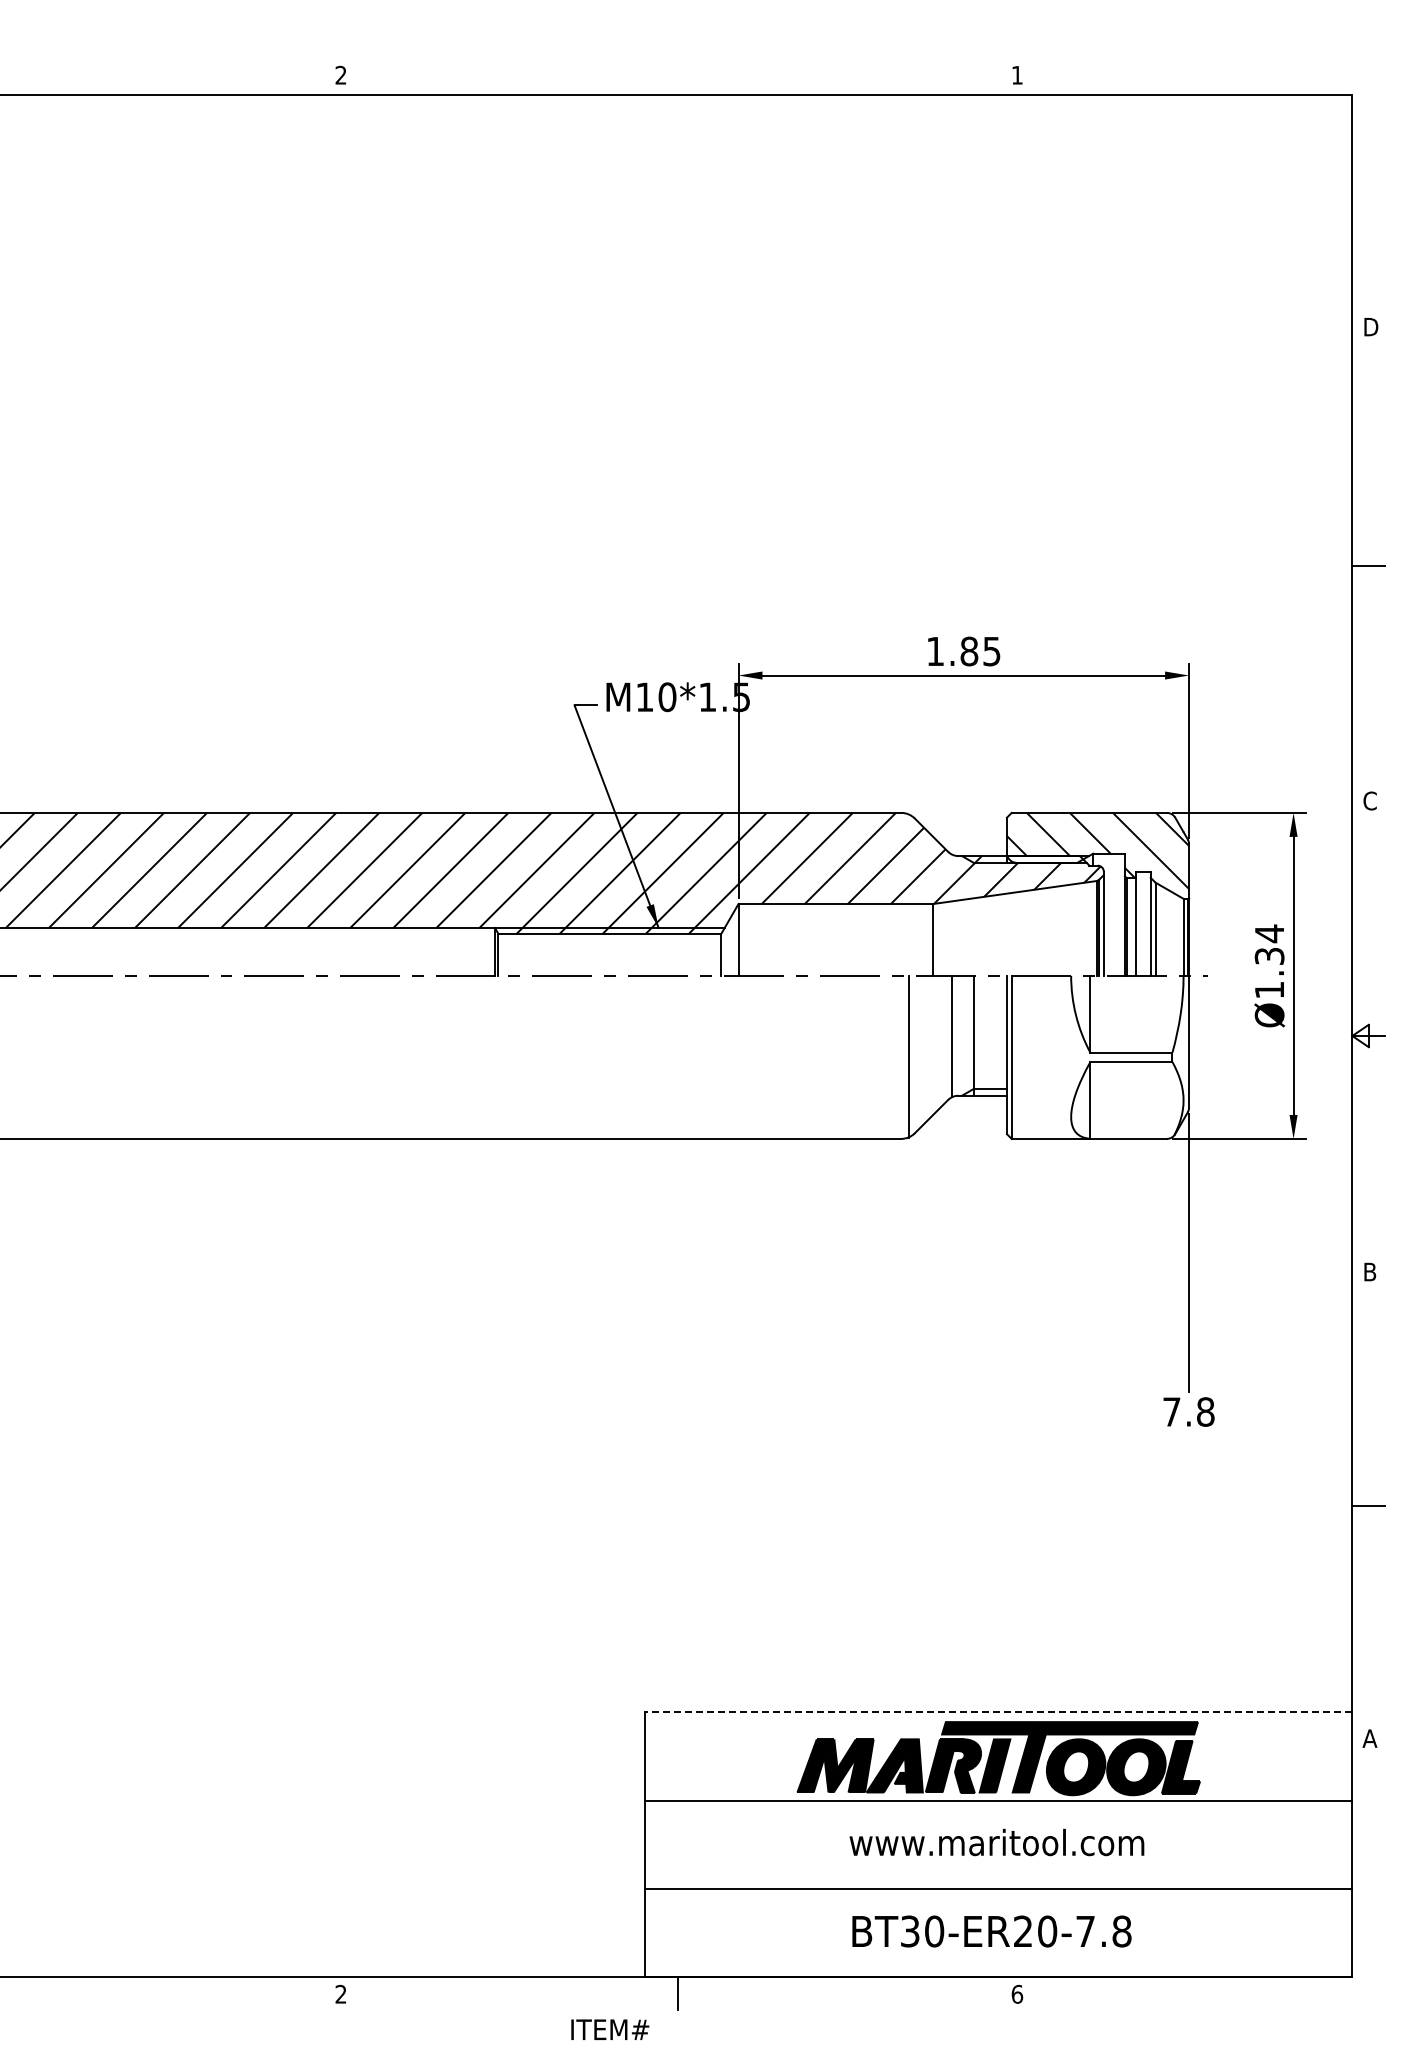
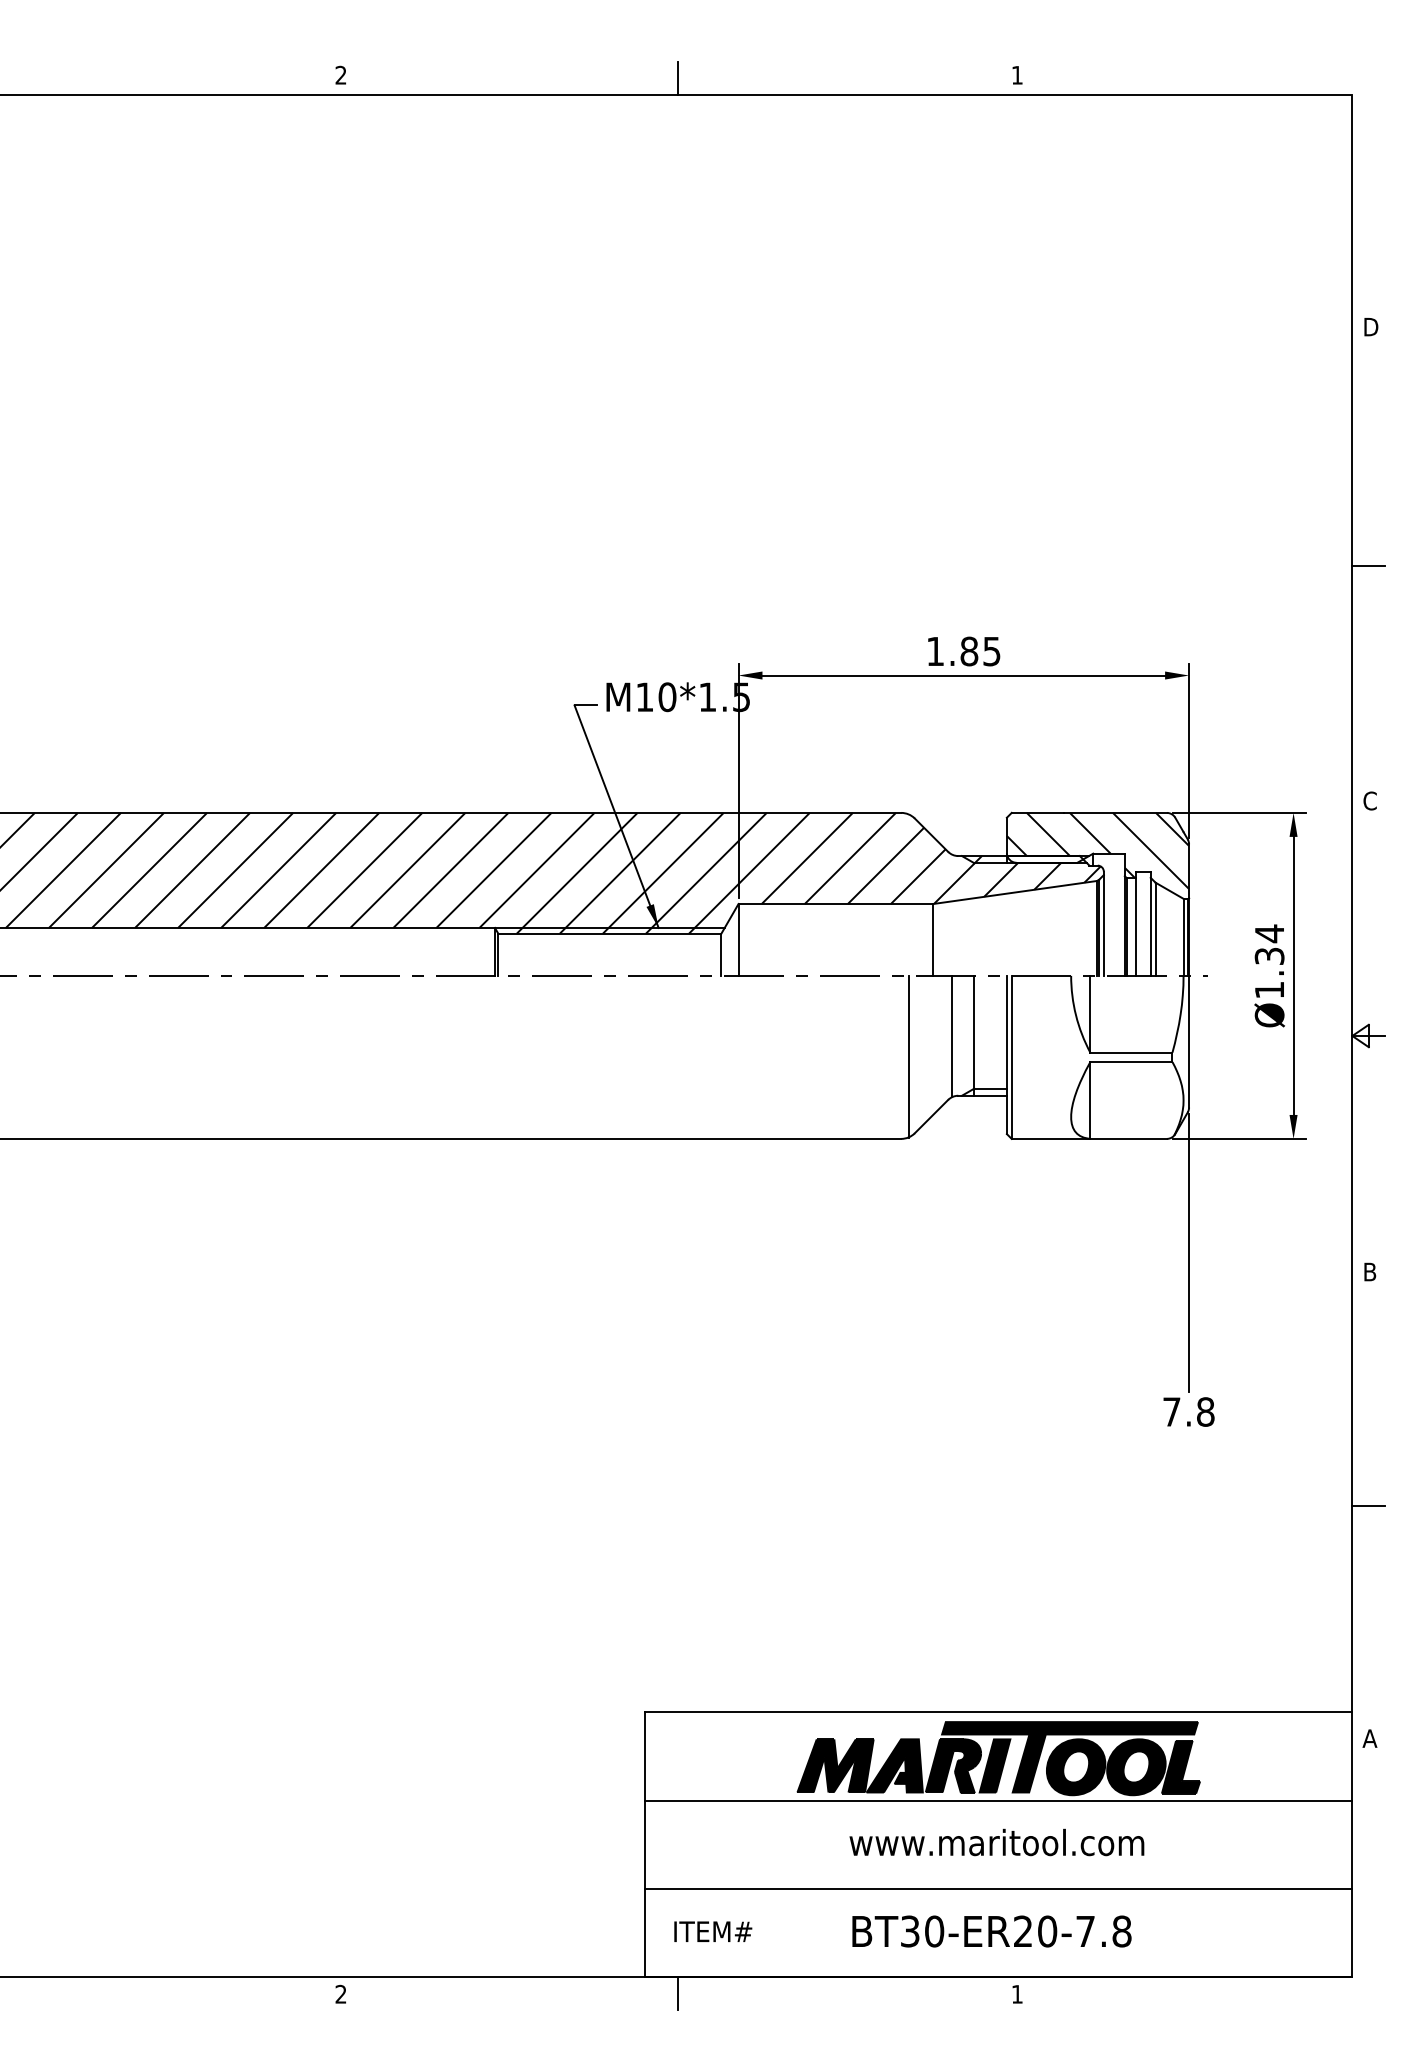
line at (678, 78): none -> present
line at (998, 1712): dashed -> solid
text at (1017, 1993): 6 -> 1
text at (610, 2029) position: (610, 2029) -> (713, 1931)
